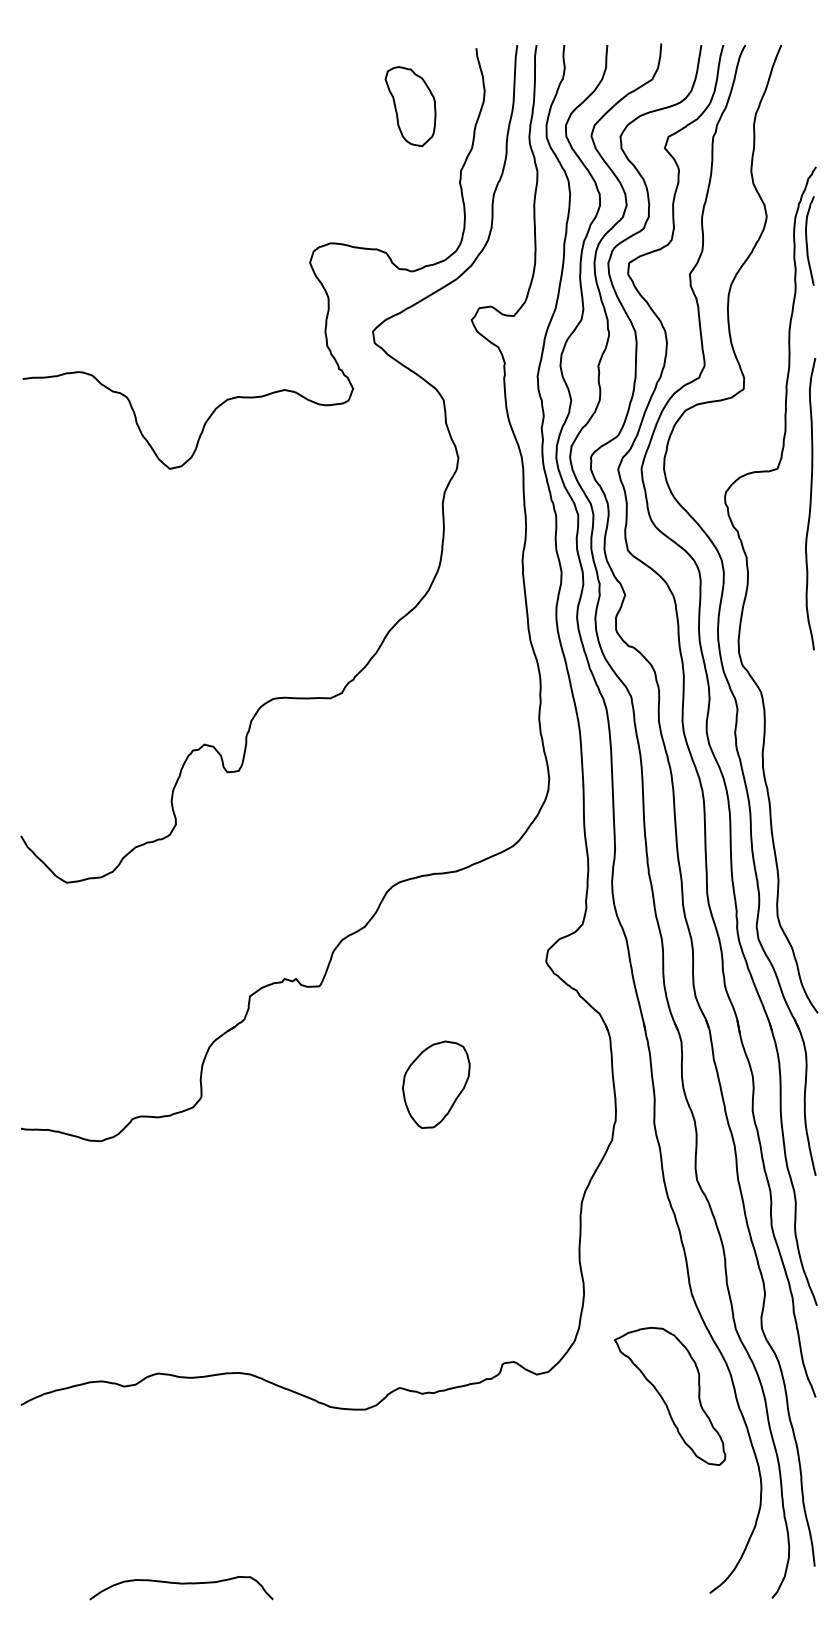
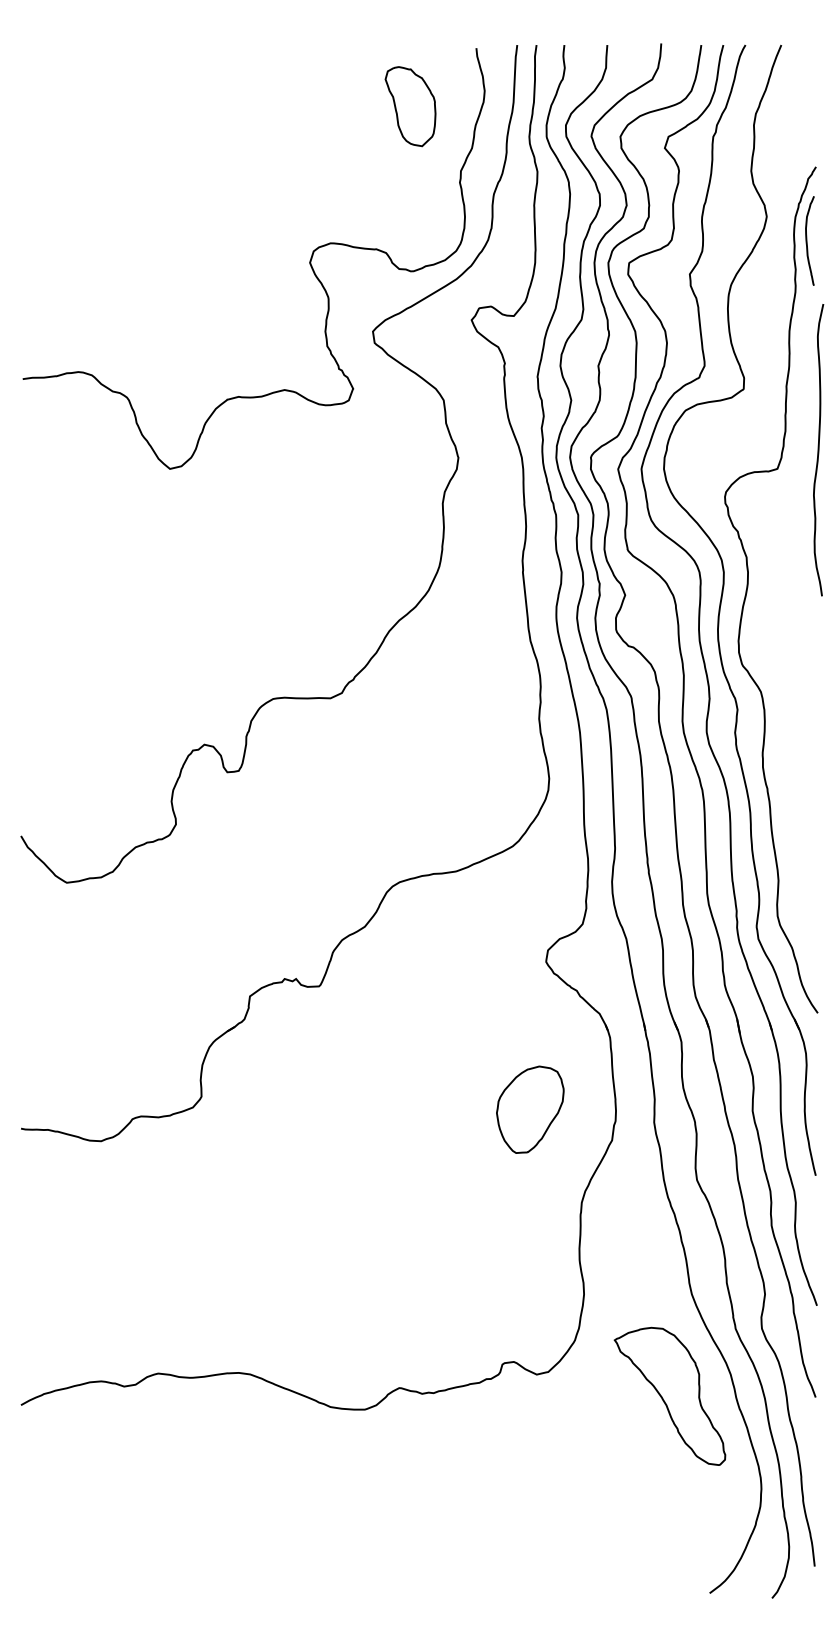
curve at (810, 504) position: (810, 504) -> (818, 450)
part at (436, 1084) position: (436, 1084) -> (530, 1109)
curve at (181, 1584): present -> none
